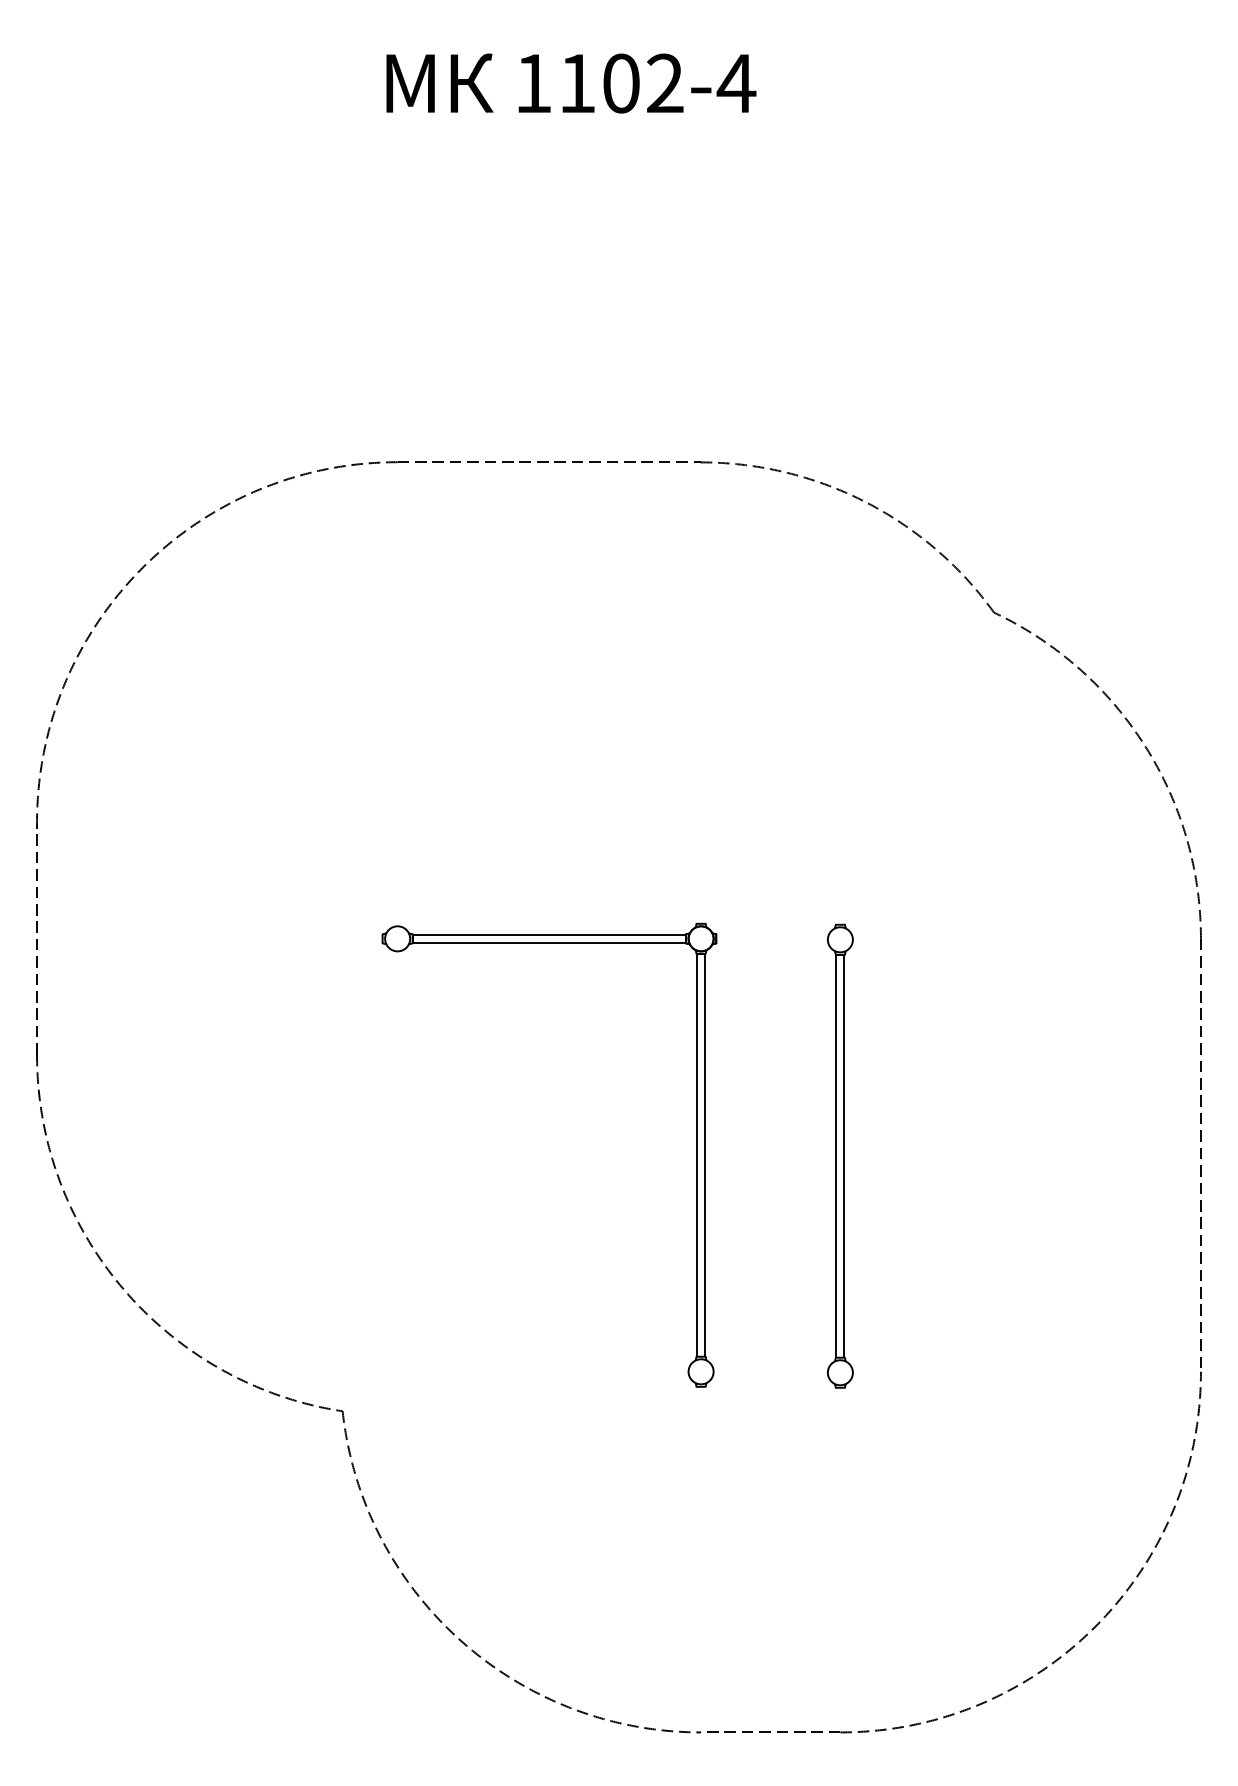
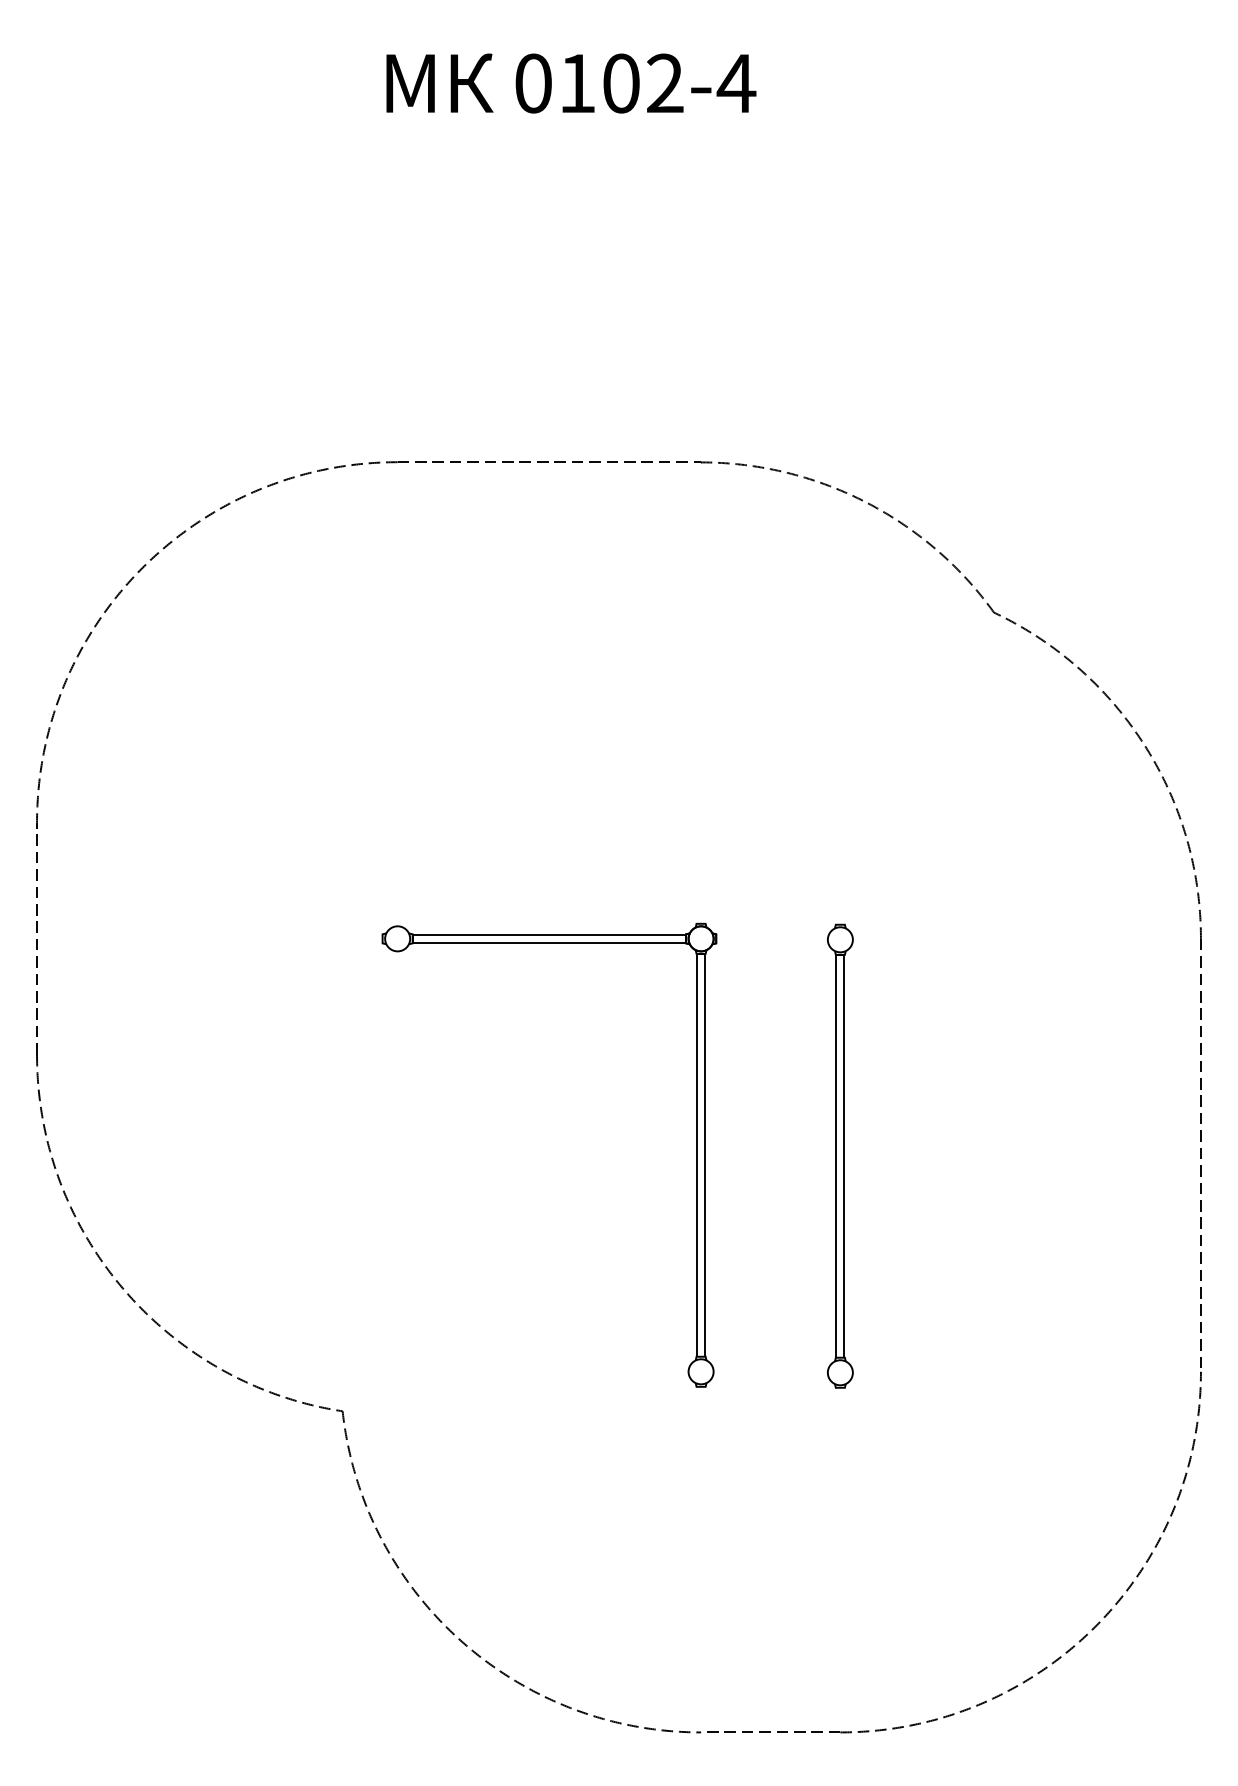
text at (533, 83): 1102-4 -> 0102-4
